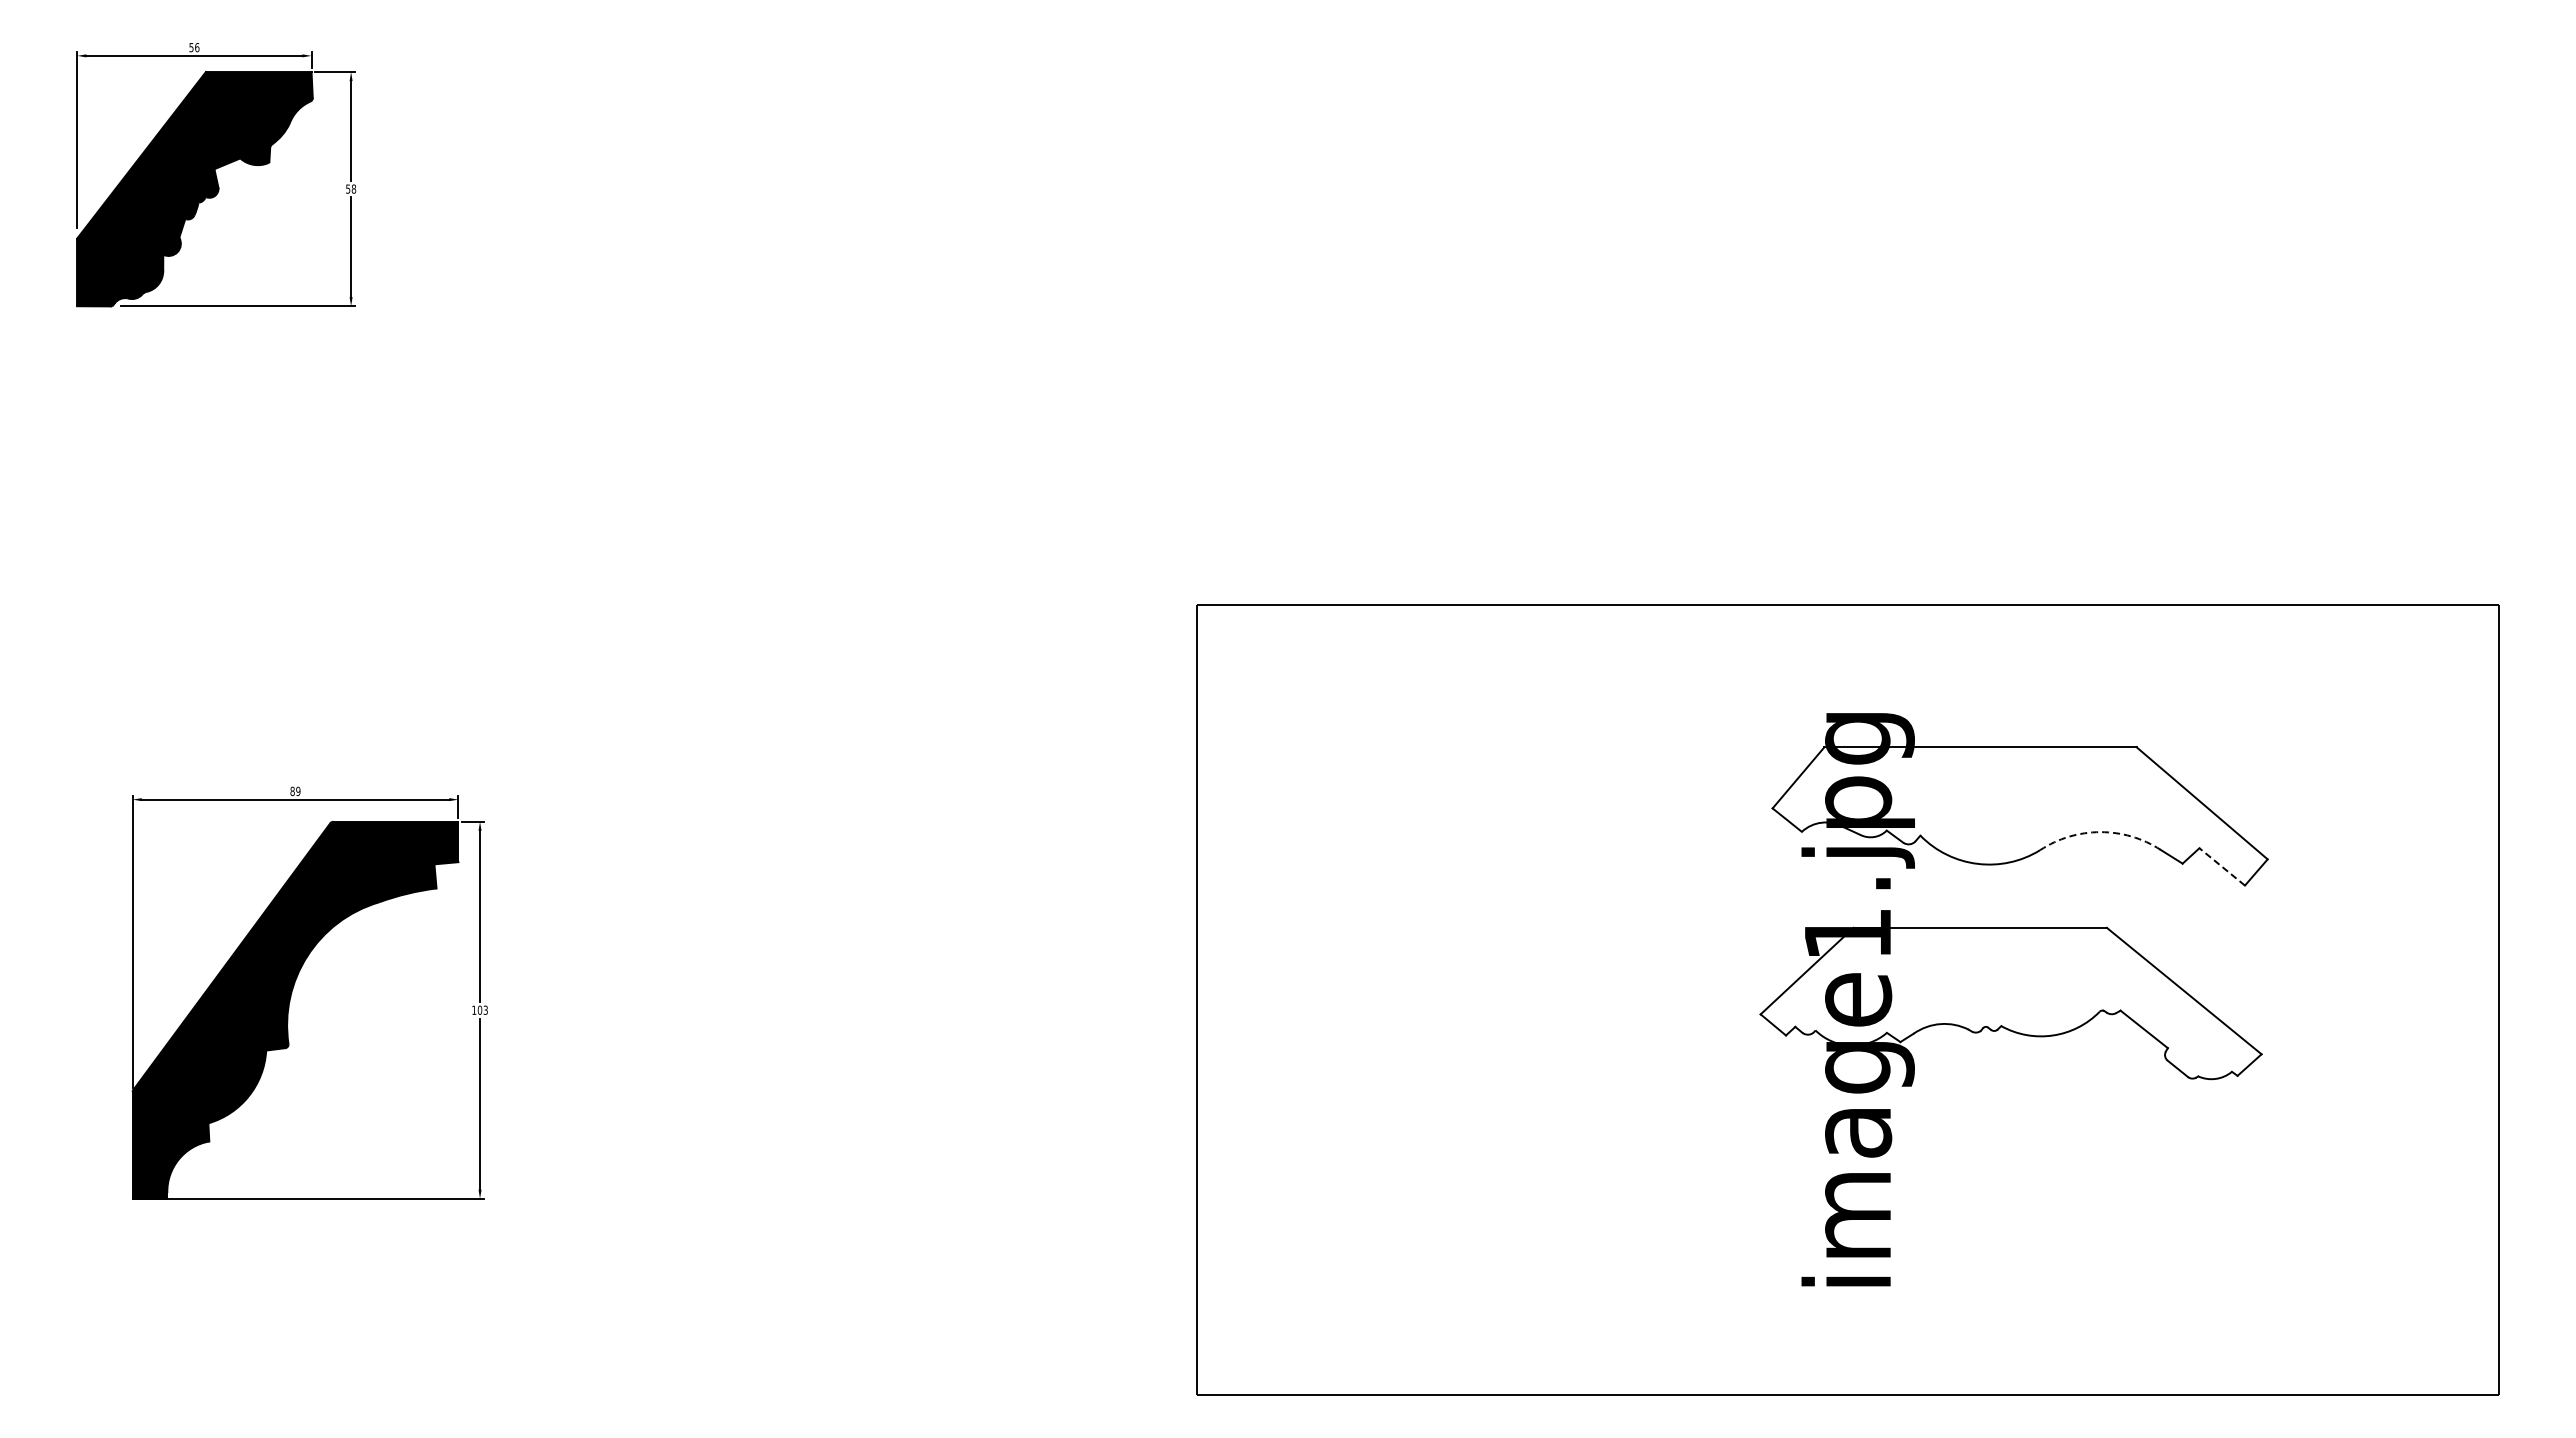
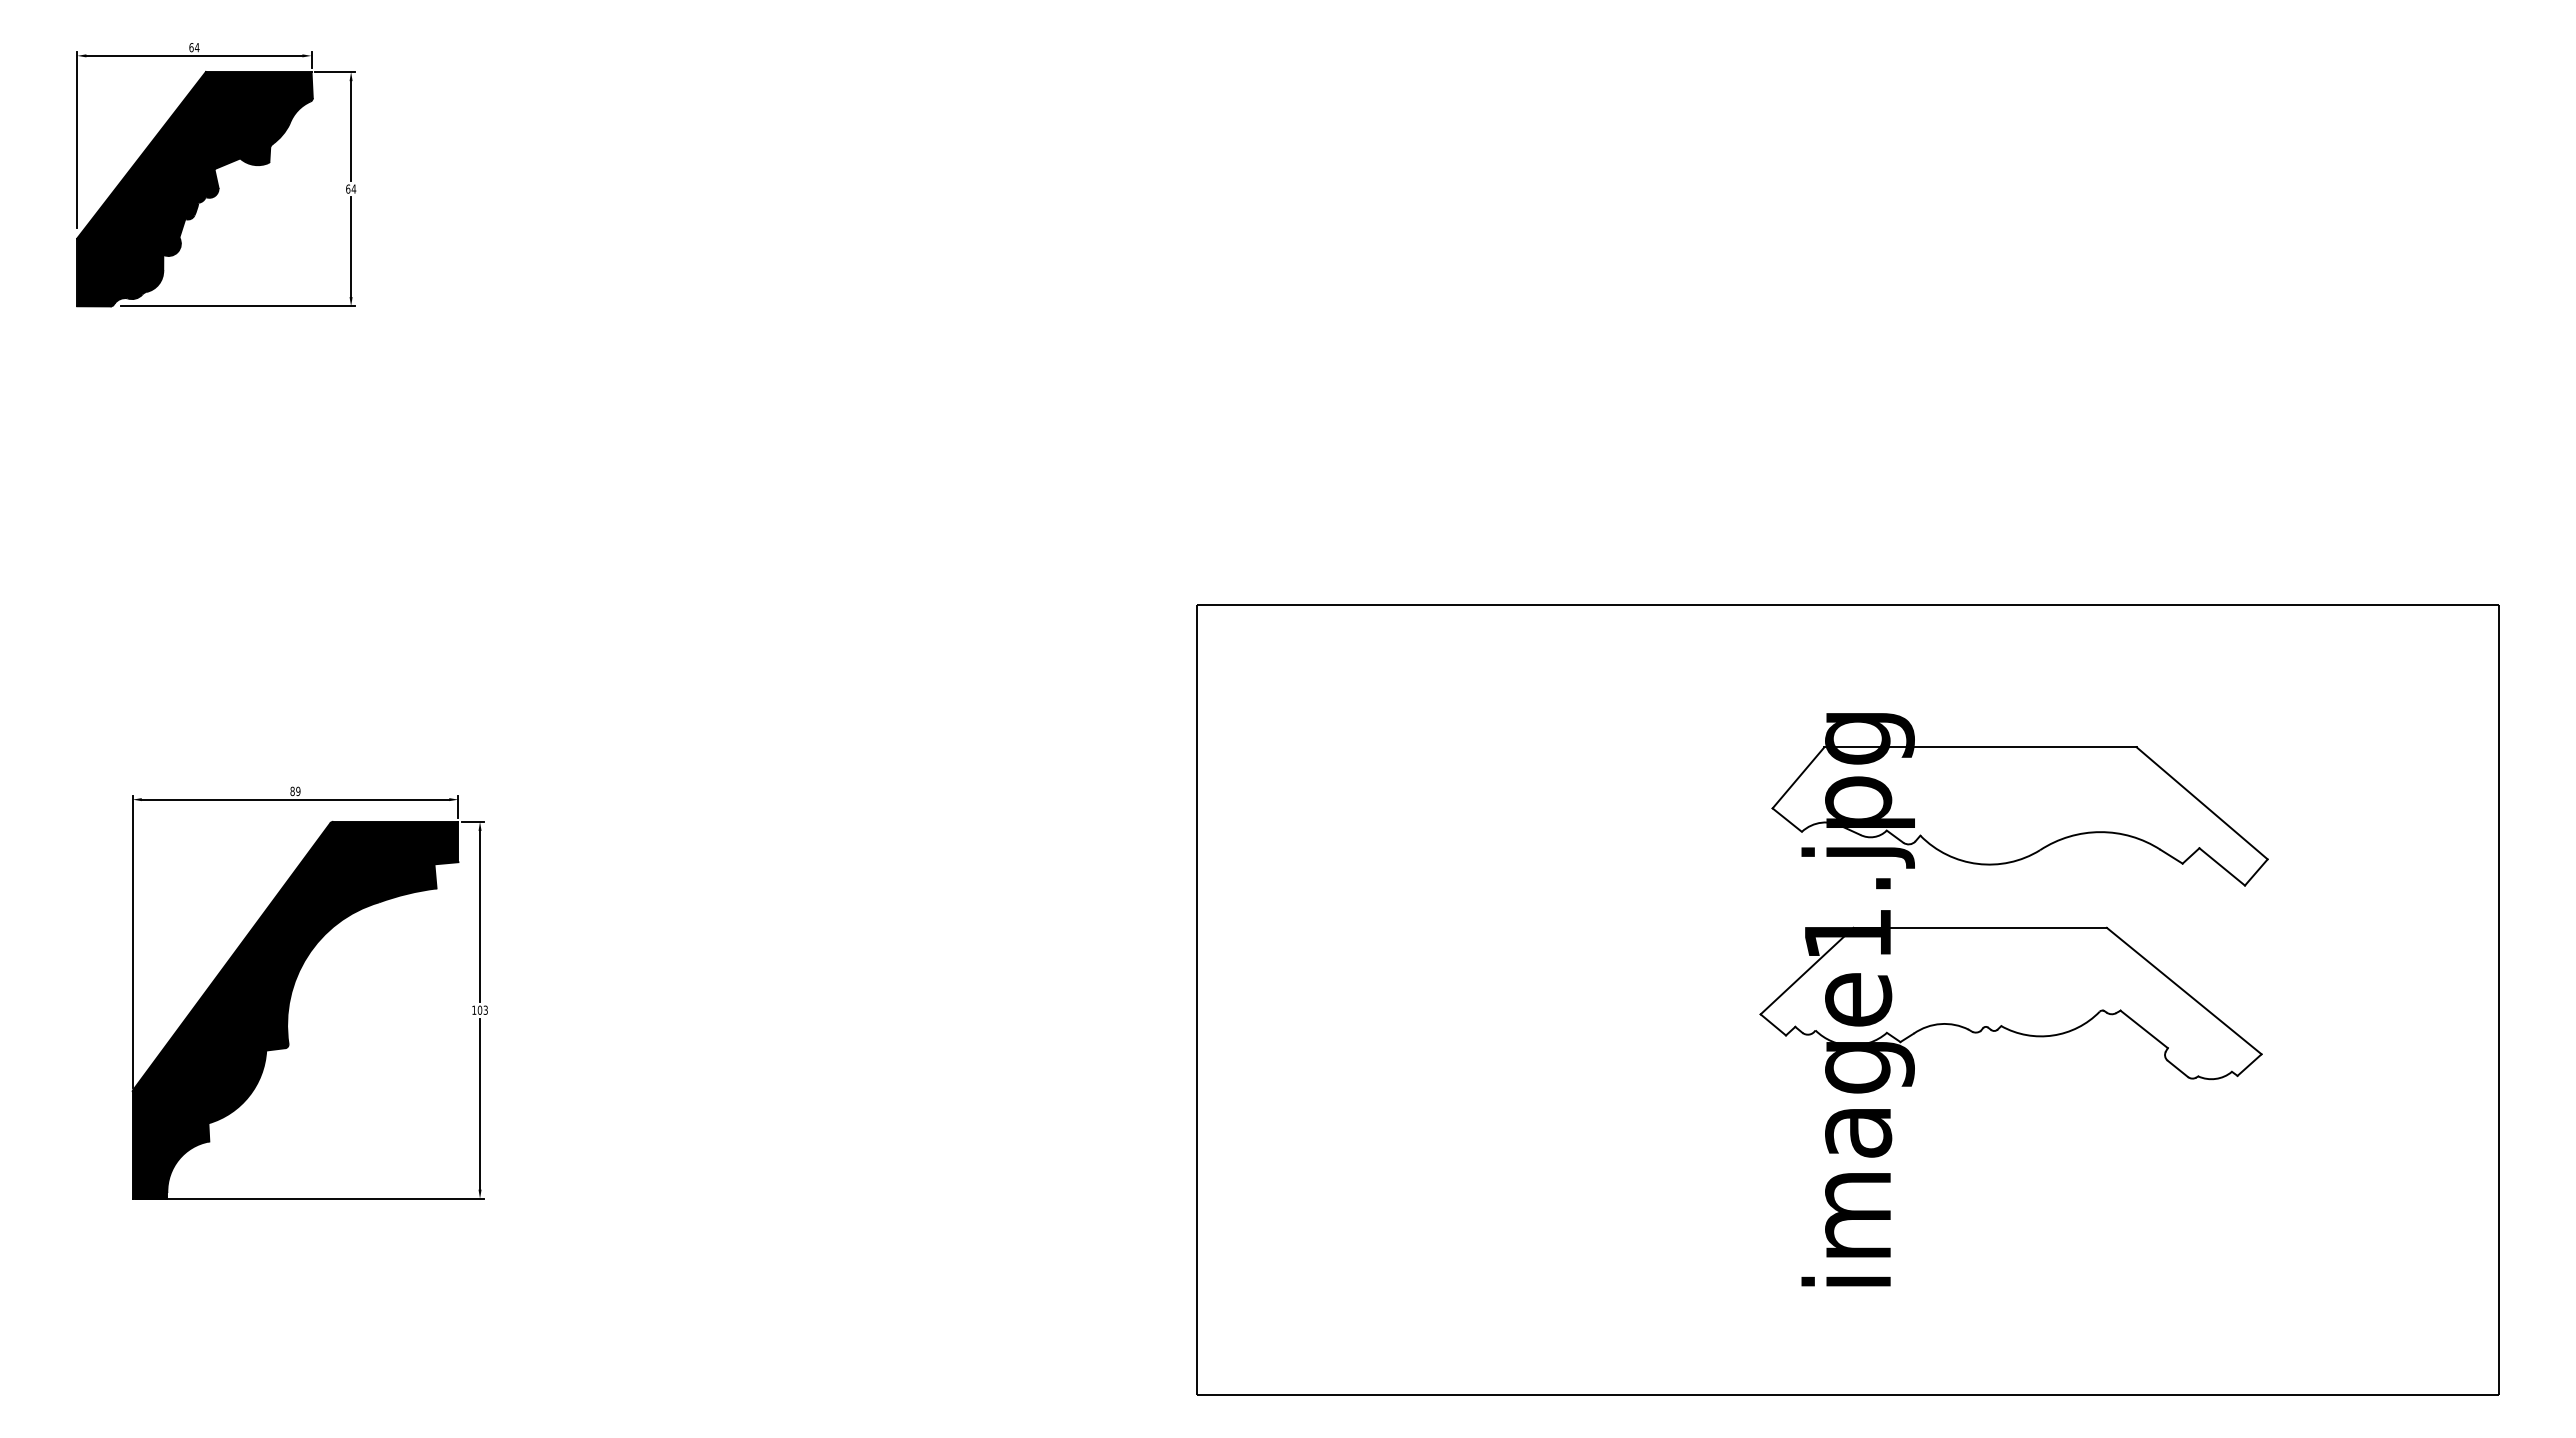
text at (194, 47): 56 -> 64
text at (350, 188): 58 -> 64
arc at (2100, 832): dashed -> solid
line at (2221, 866): dashed -> solid
